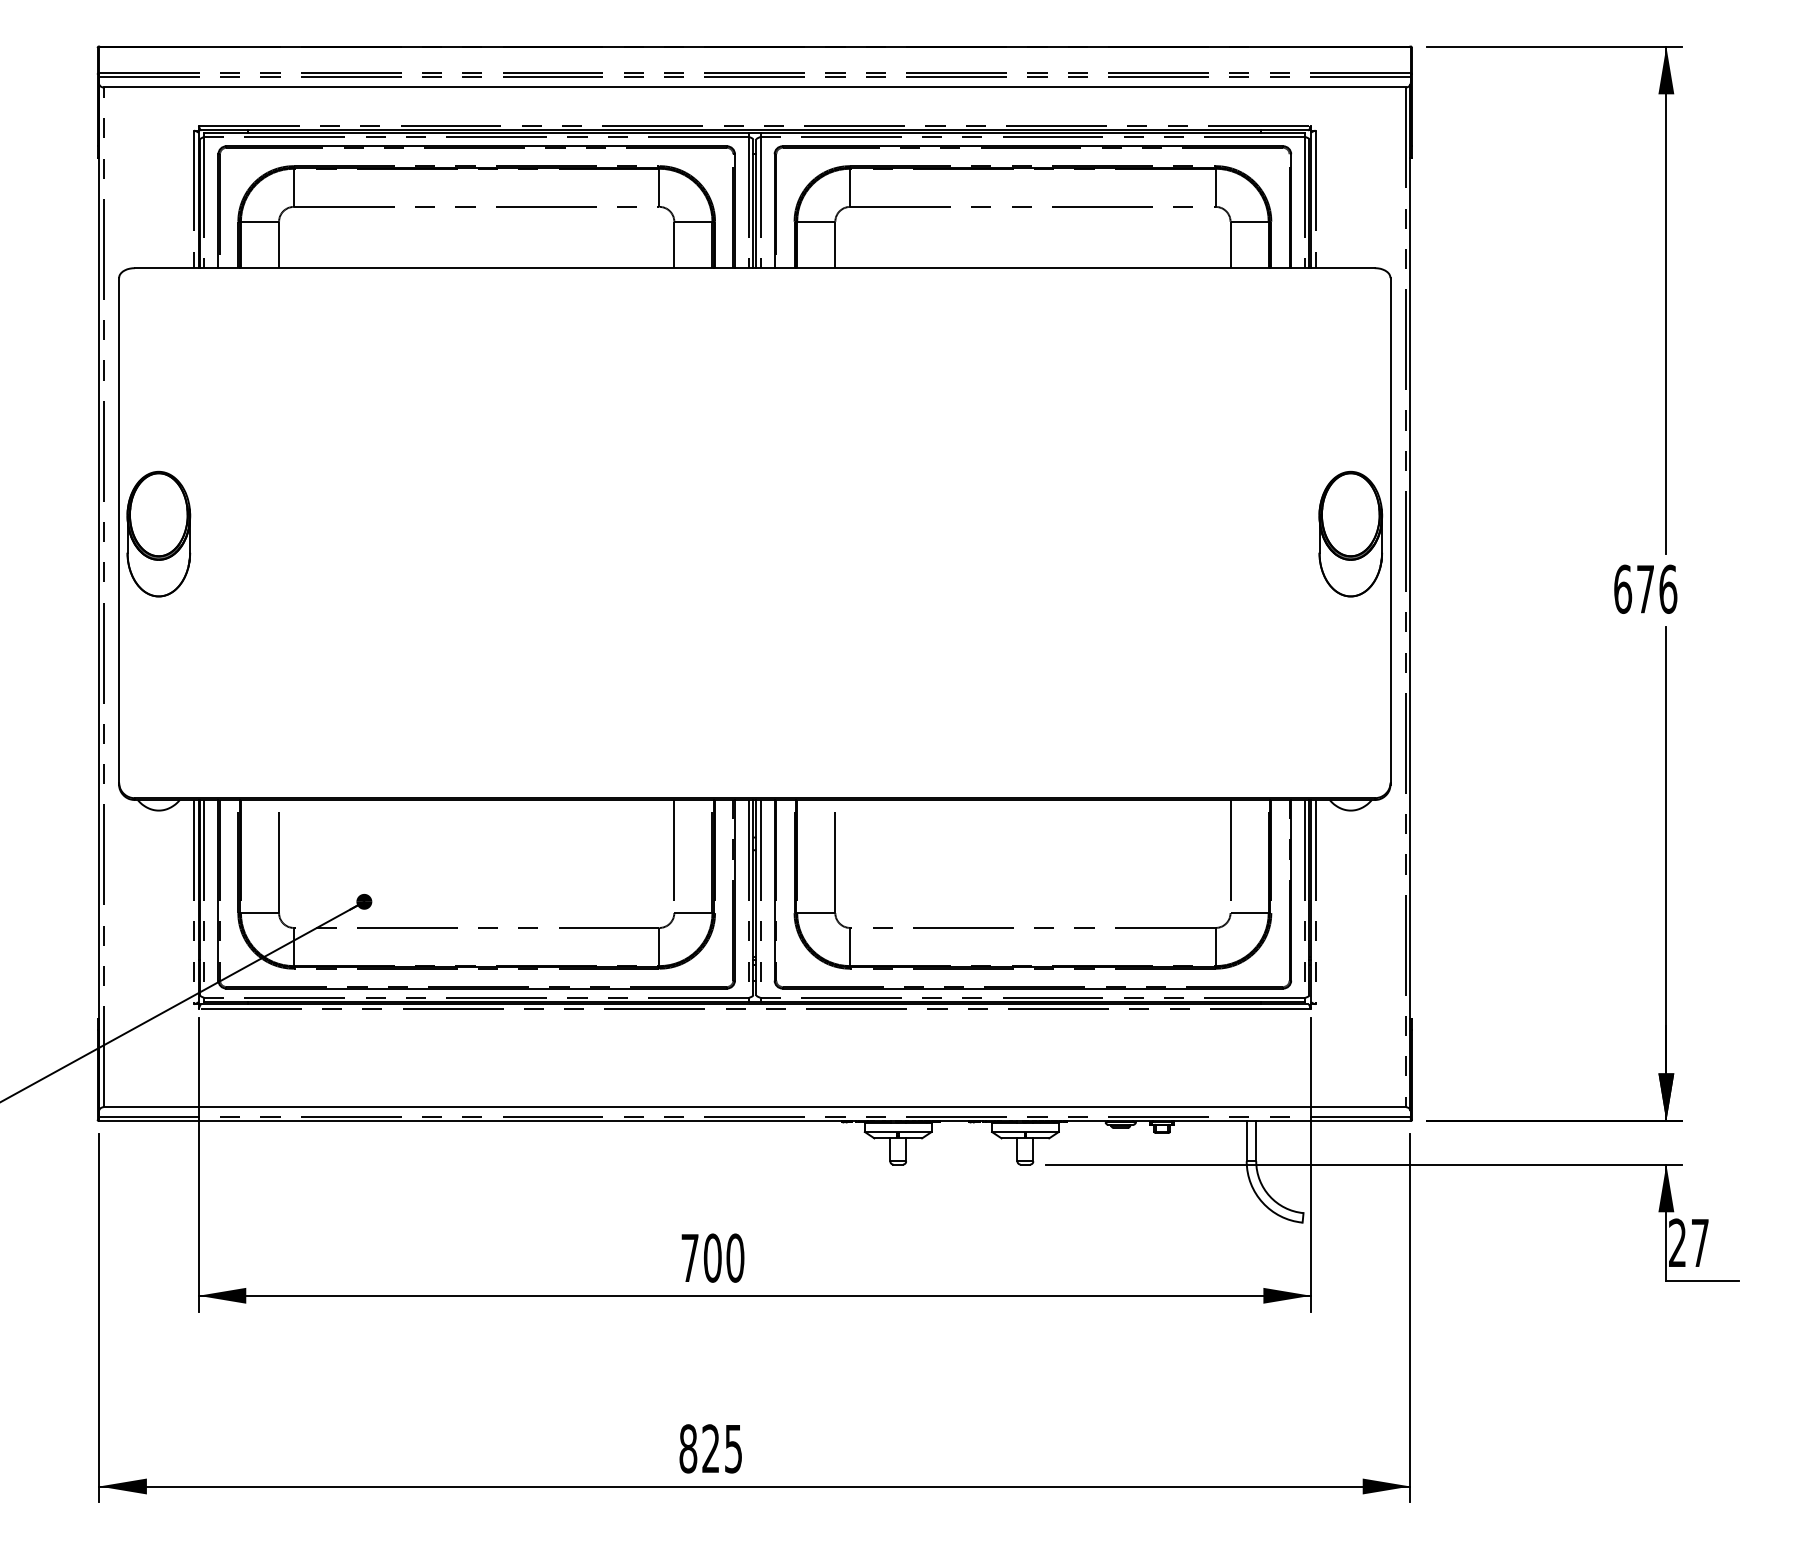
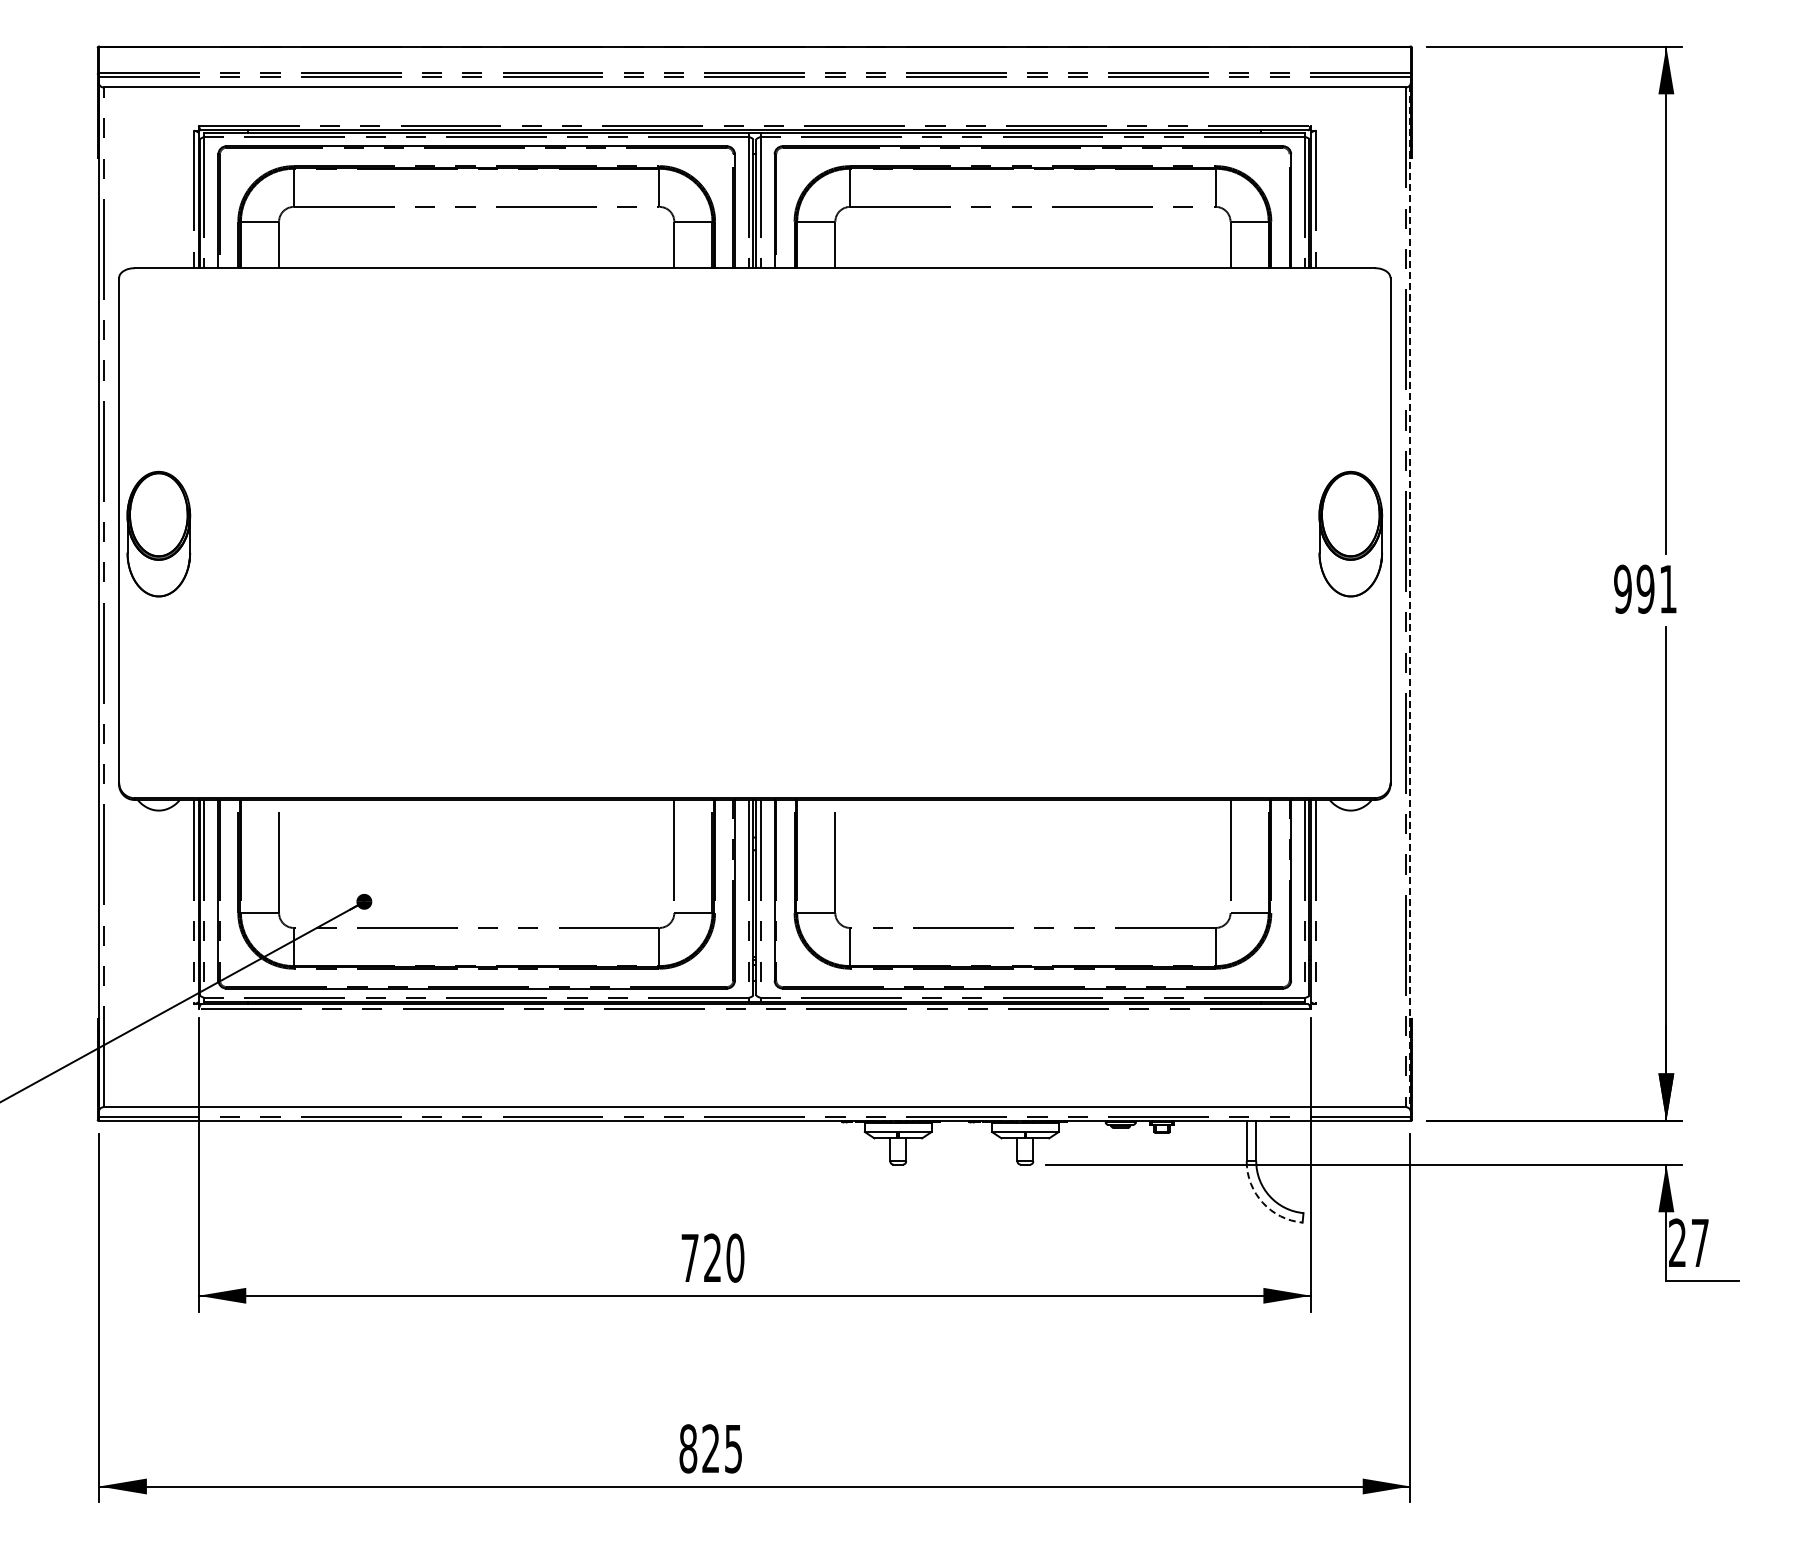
text at (1645, 588): 676 -> 991
line at (1410, 597): solid -> dashed
arc at (1262, 1202): solid -> dashed
text at (712, 1257): 700 -> 720
